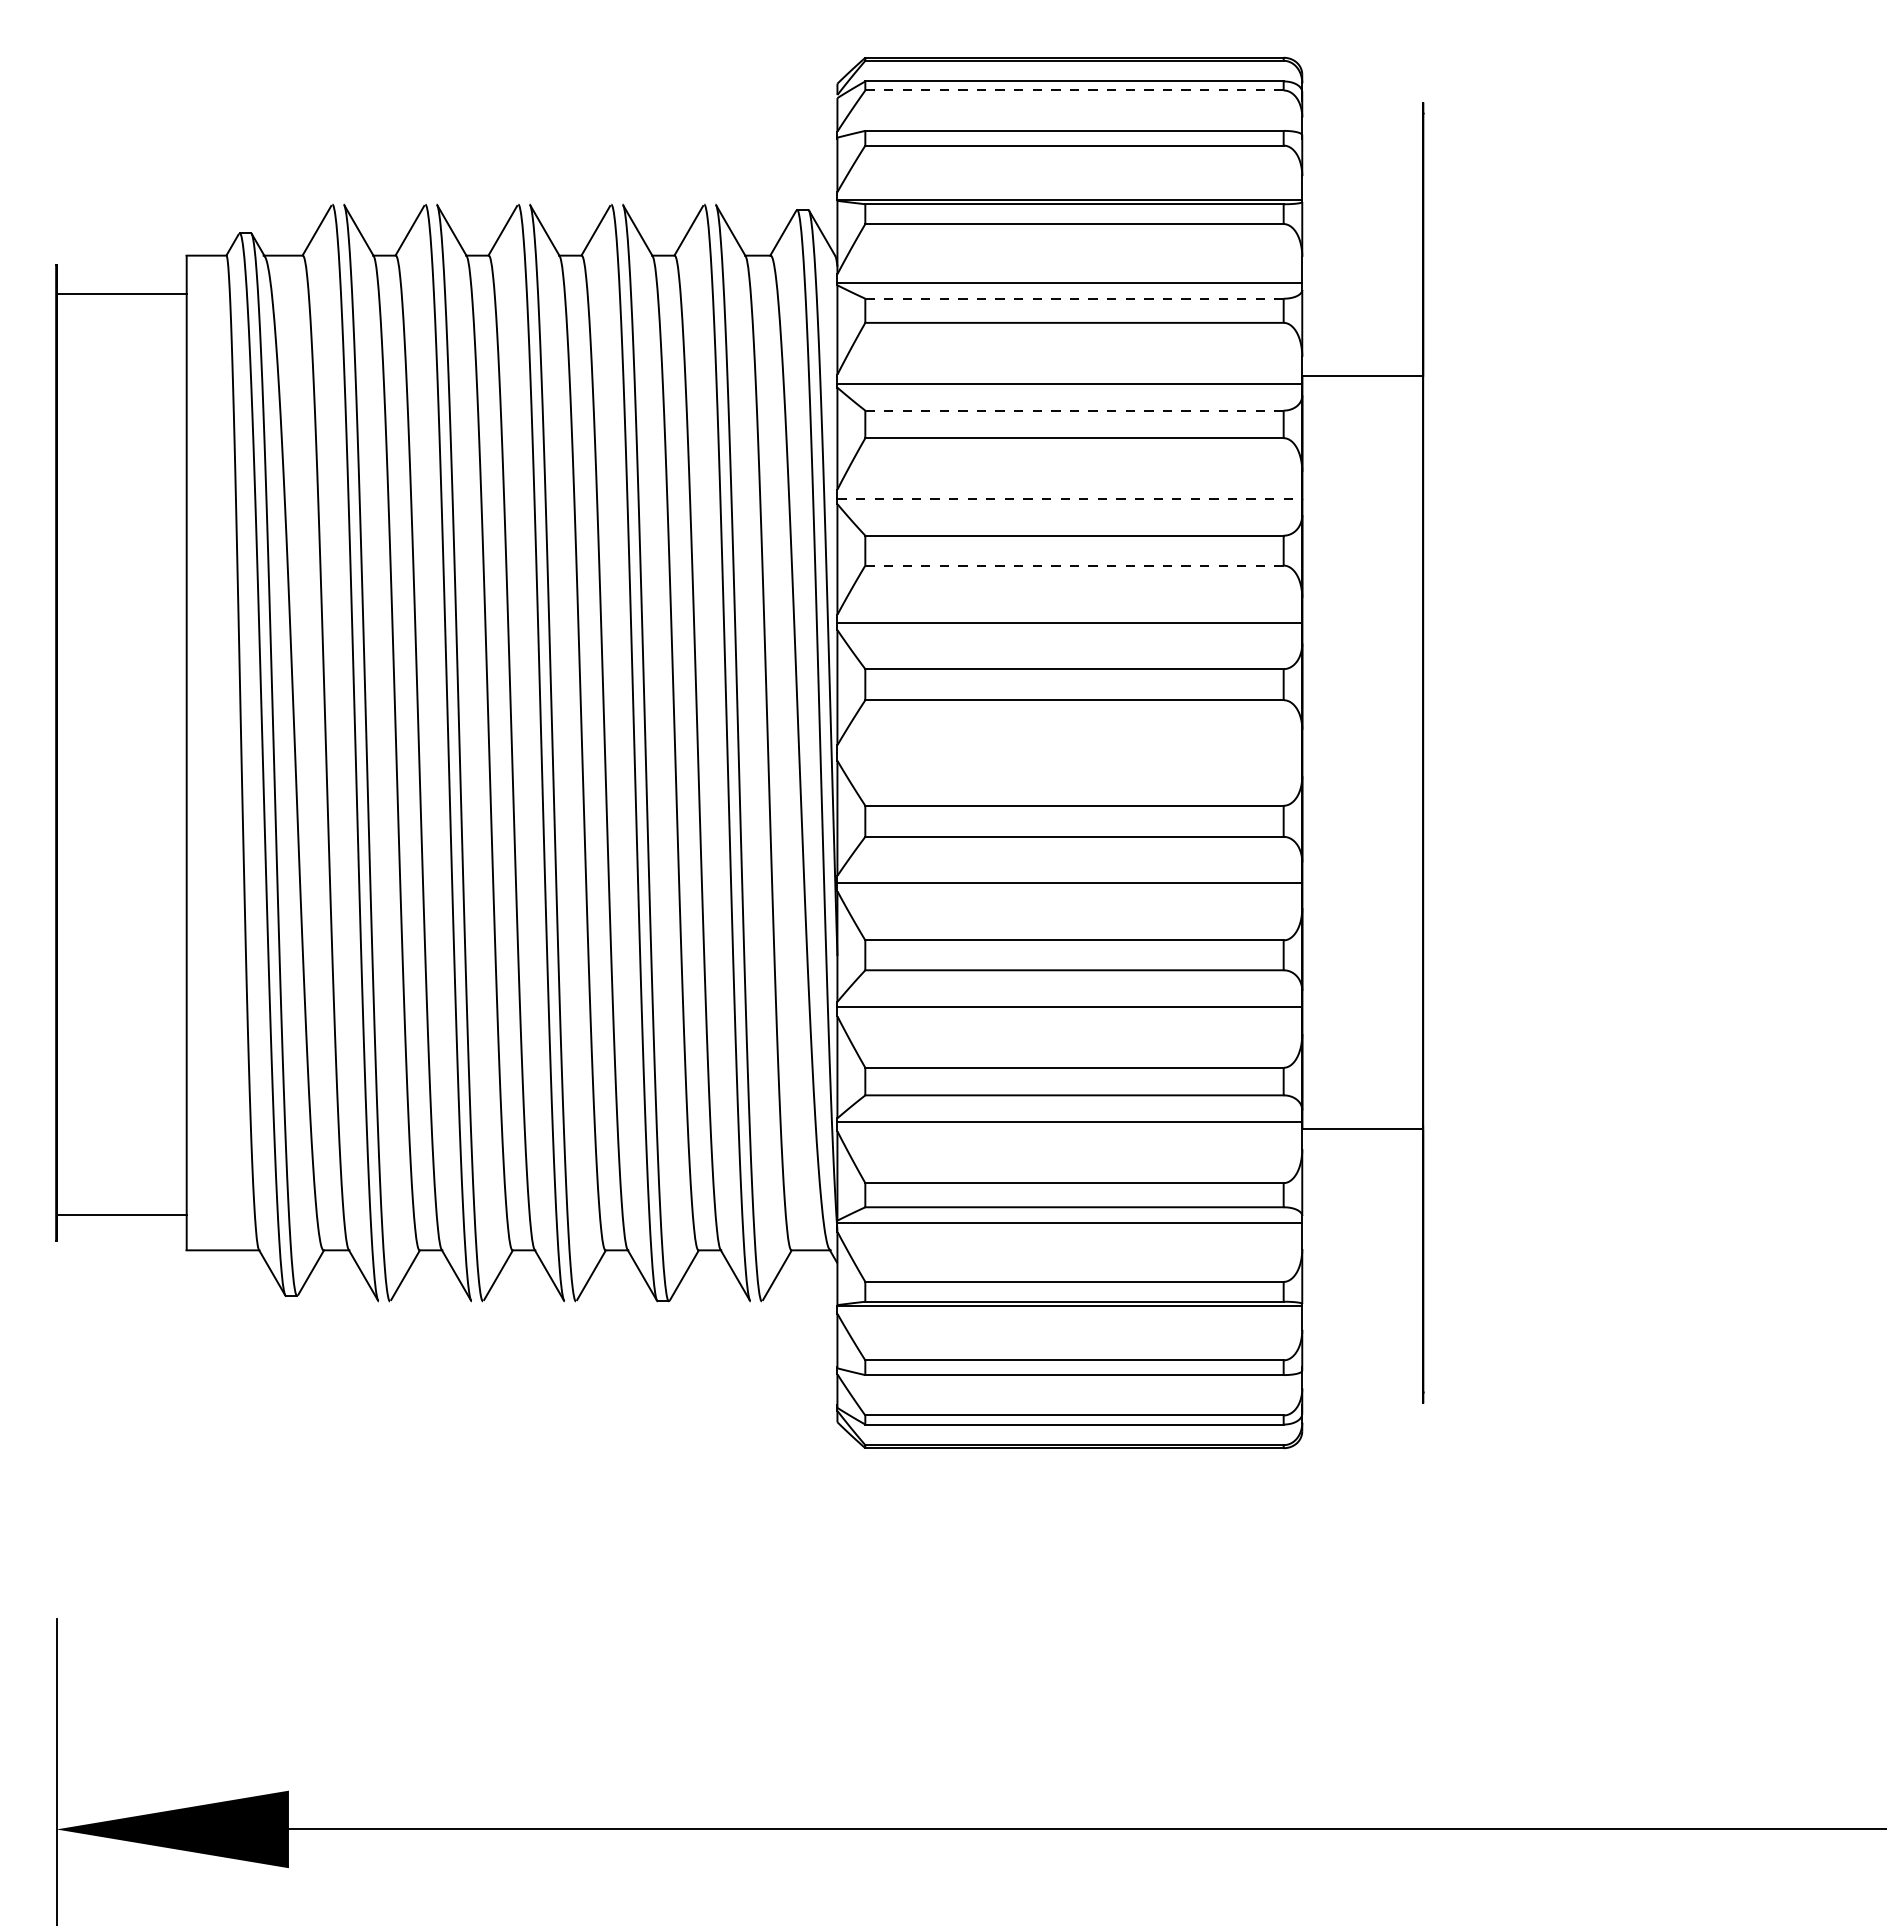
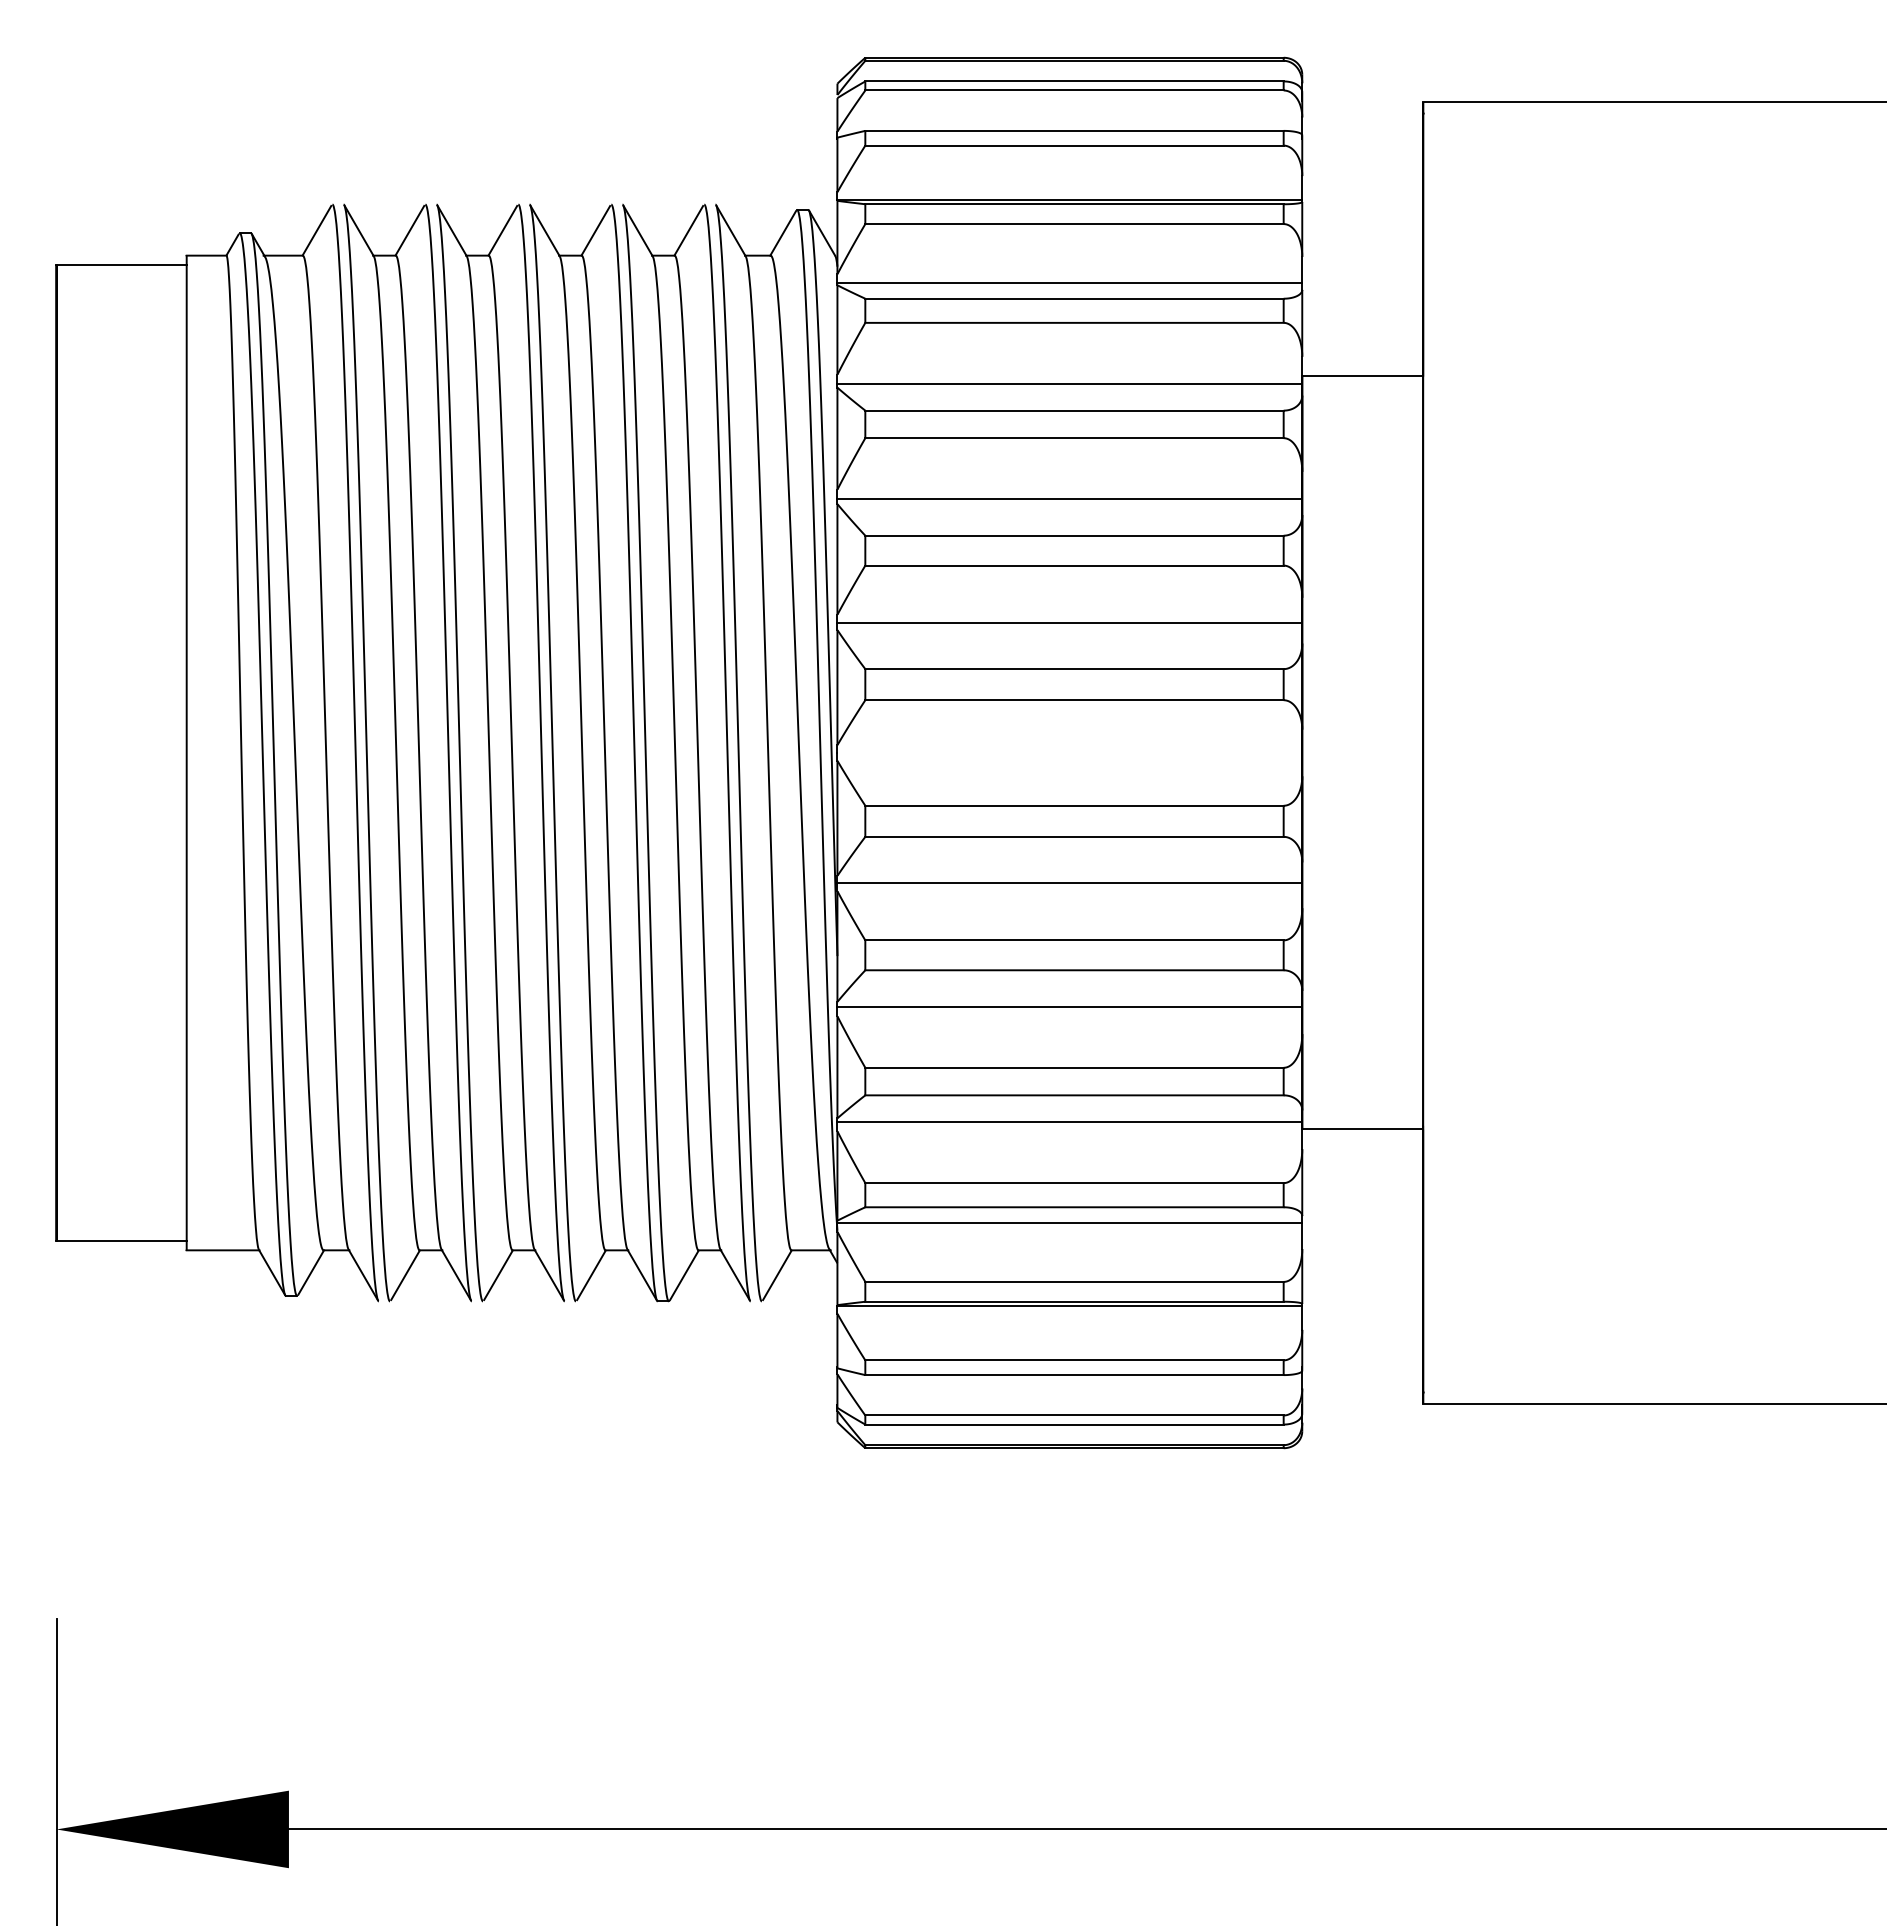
line at (1074, 90): dashed -> solid
line at (1653, 102): none -> present
line at (121, 293) position: (121, 293) -> (121, 264)
line at (1075, 298): dashed -> solid
line at (1075, 410): dashed -> solid
line at (1070, 498): dashed -> solid
line at (1074, 565): dashed -> solid
line at (121, 1215) position: (121, 1215) -> (121, 1241)
line at (1653, 1403): none -> present
